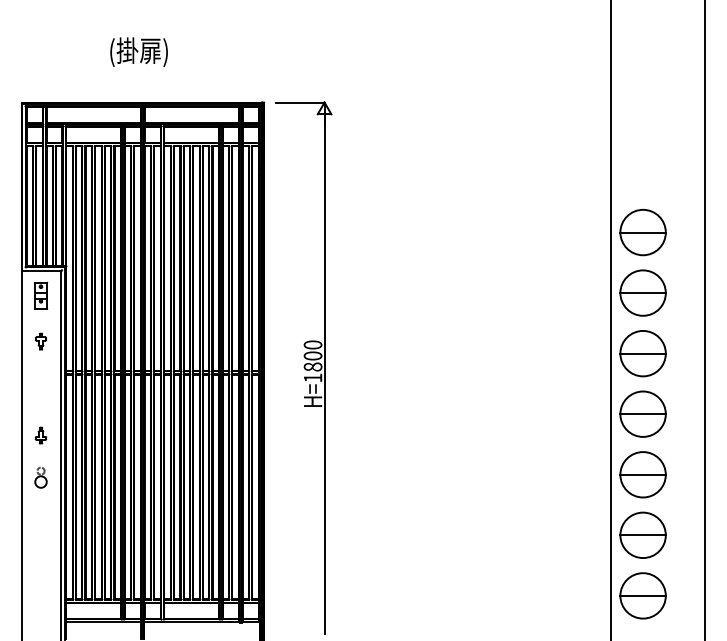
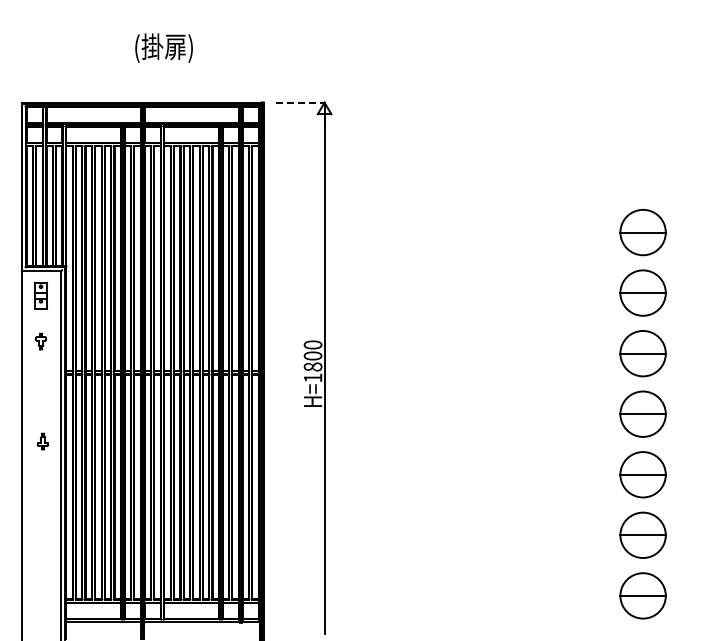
text at (138, 51) position: (138, 51) -> (163, 47)
line at (301, 102): solid -> dashed
line at (611, 319): present -> none
line at (705, 319): present -> none
part at (40, 435) position: (40, 435) -> (42, 441)
part at (40, 477): present -> none
